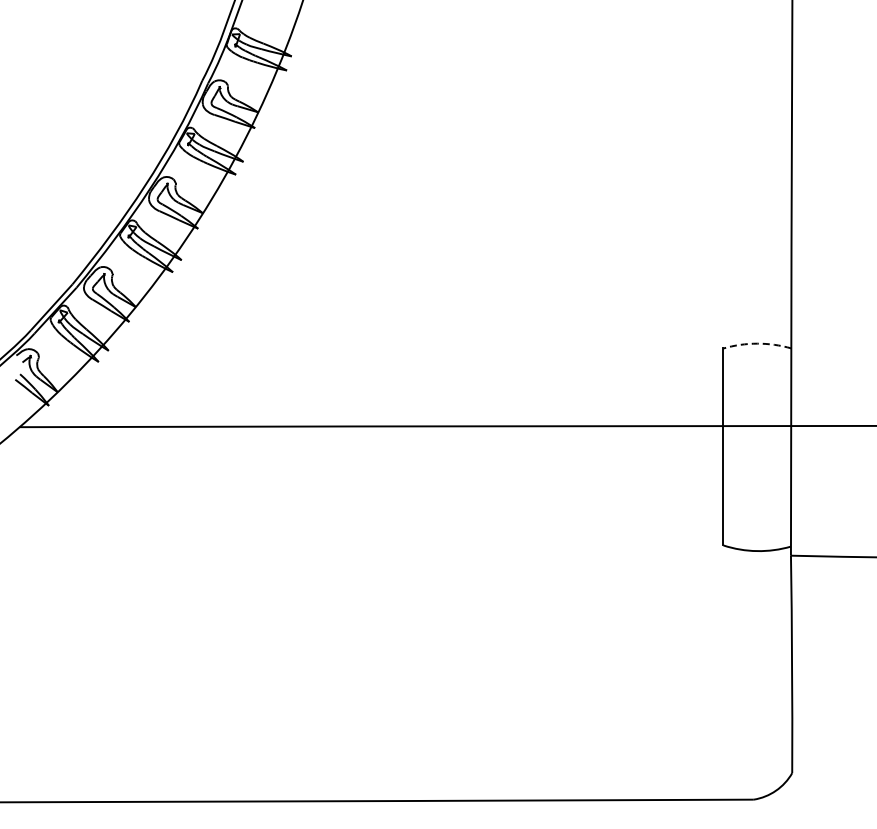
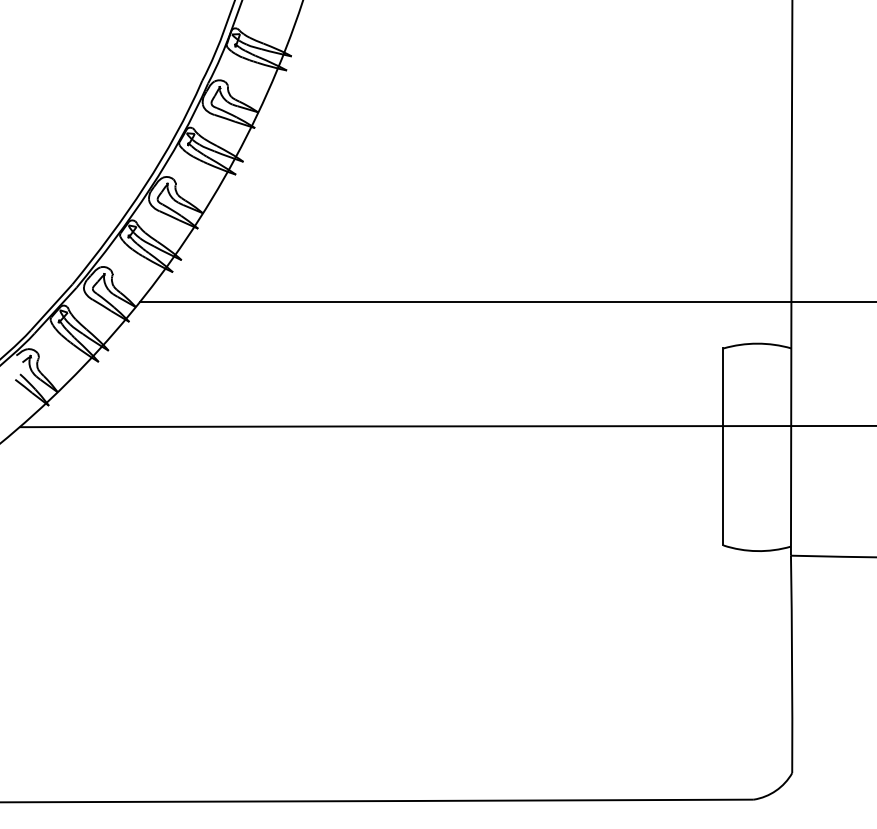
line at (506, 301): none -> present
arc at (757, 343): dashed -> solid
